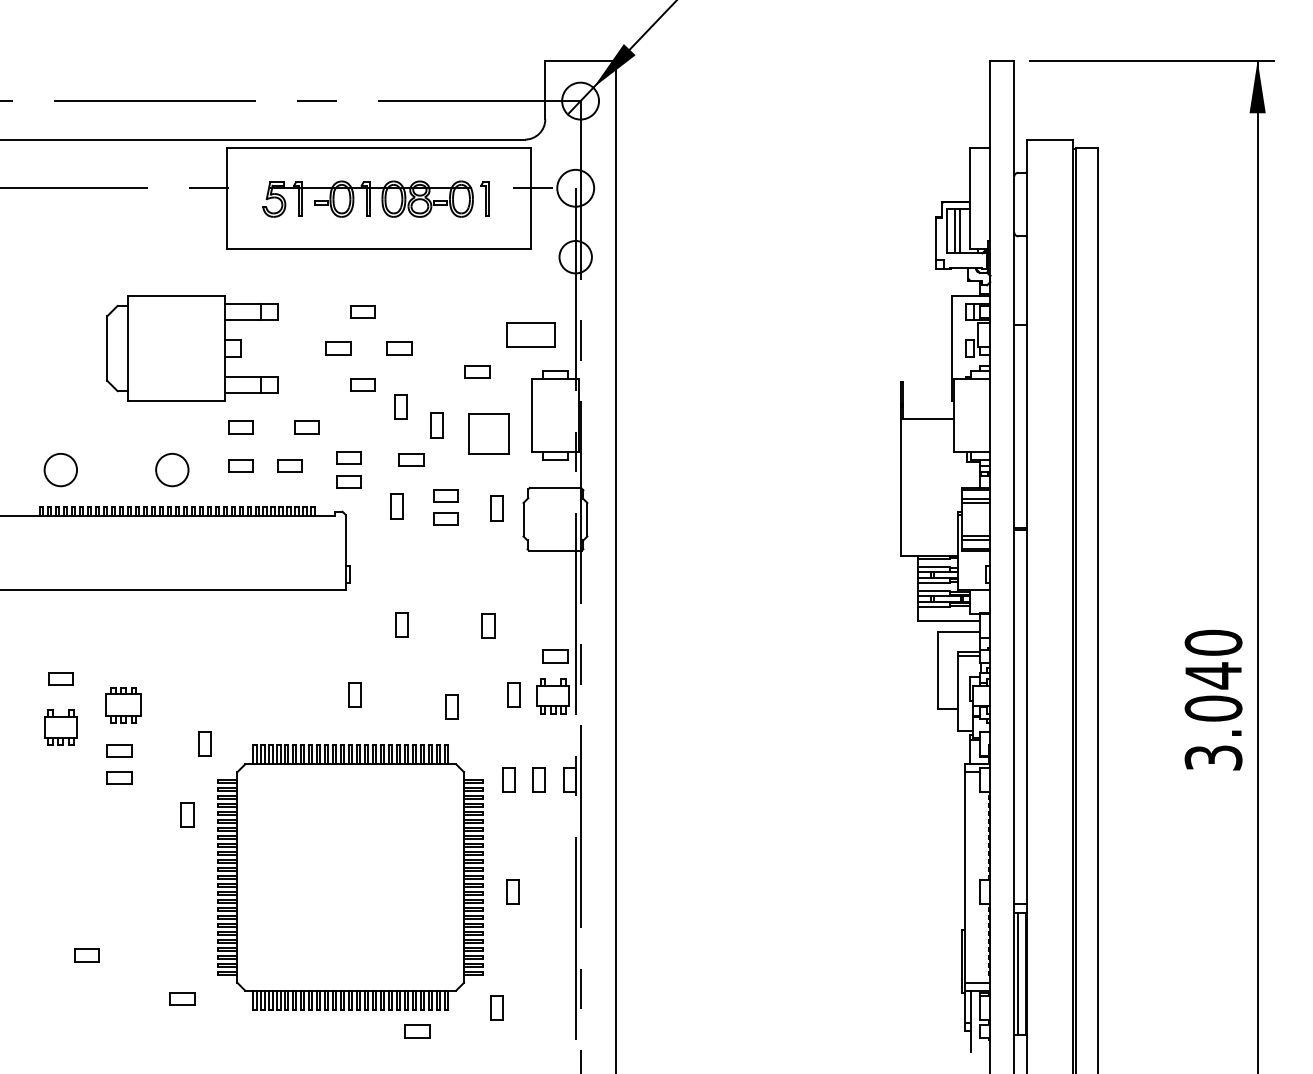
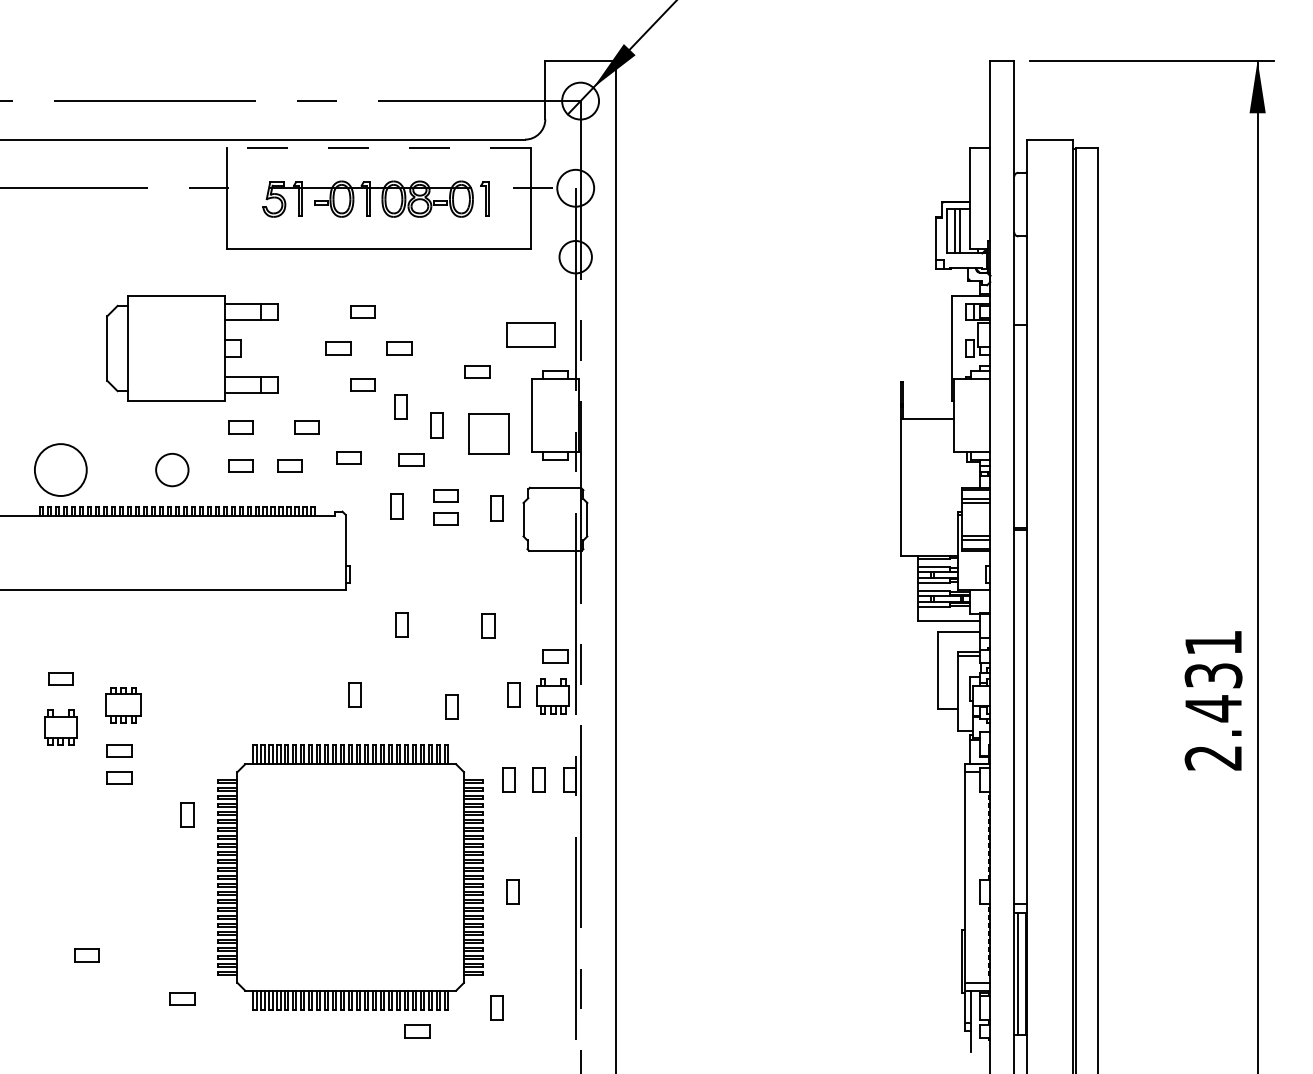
line at (378, 147): solid -> dashed
circle at (60, 469) diameter: 32 px -> 52 px
part at (348, 481): present -> none
text at (1213, 699): 3.040 -> 2.431
part at (204, 743): present -> none
